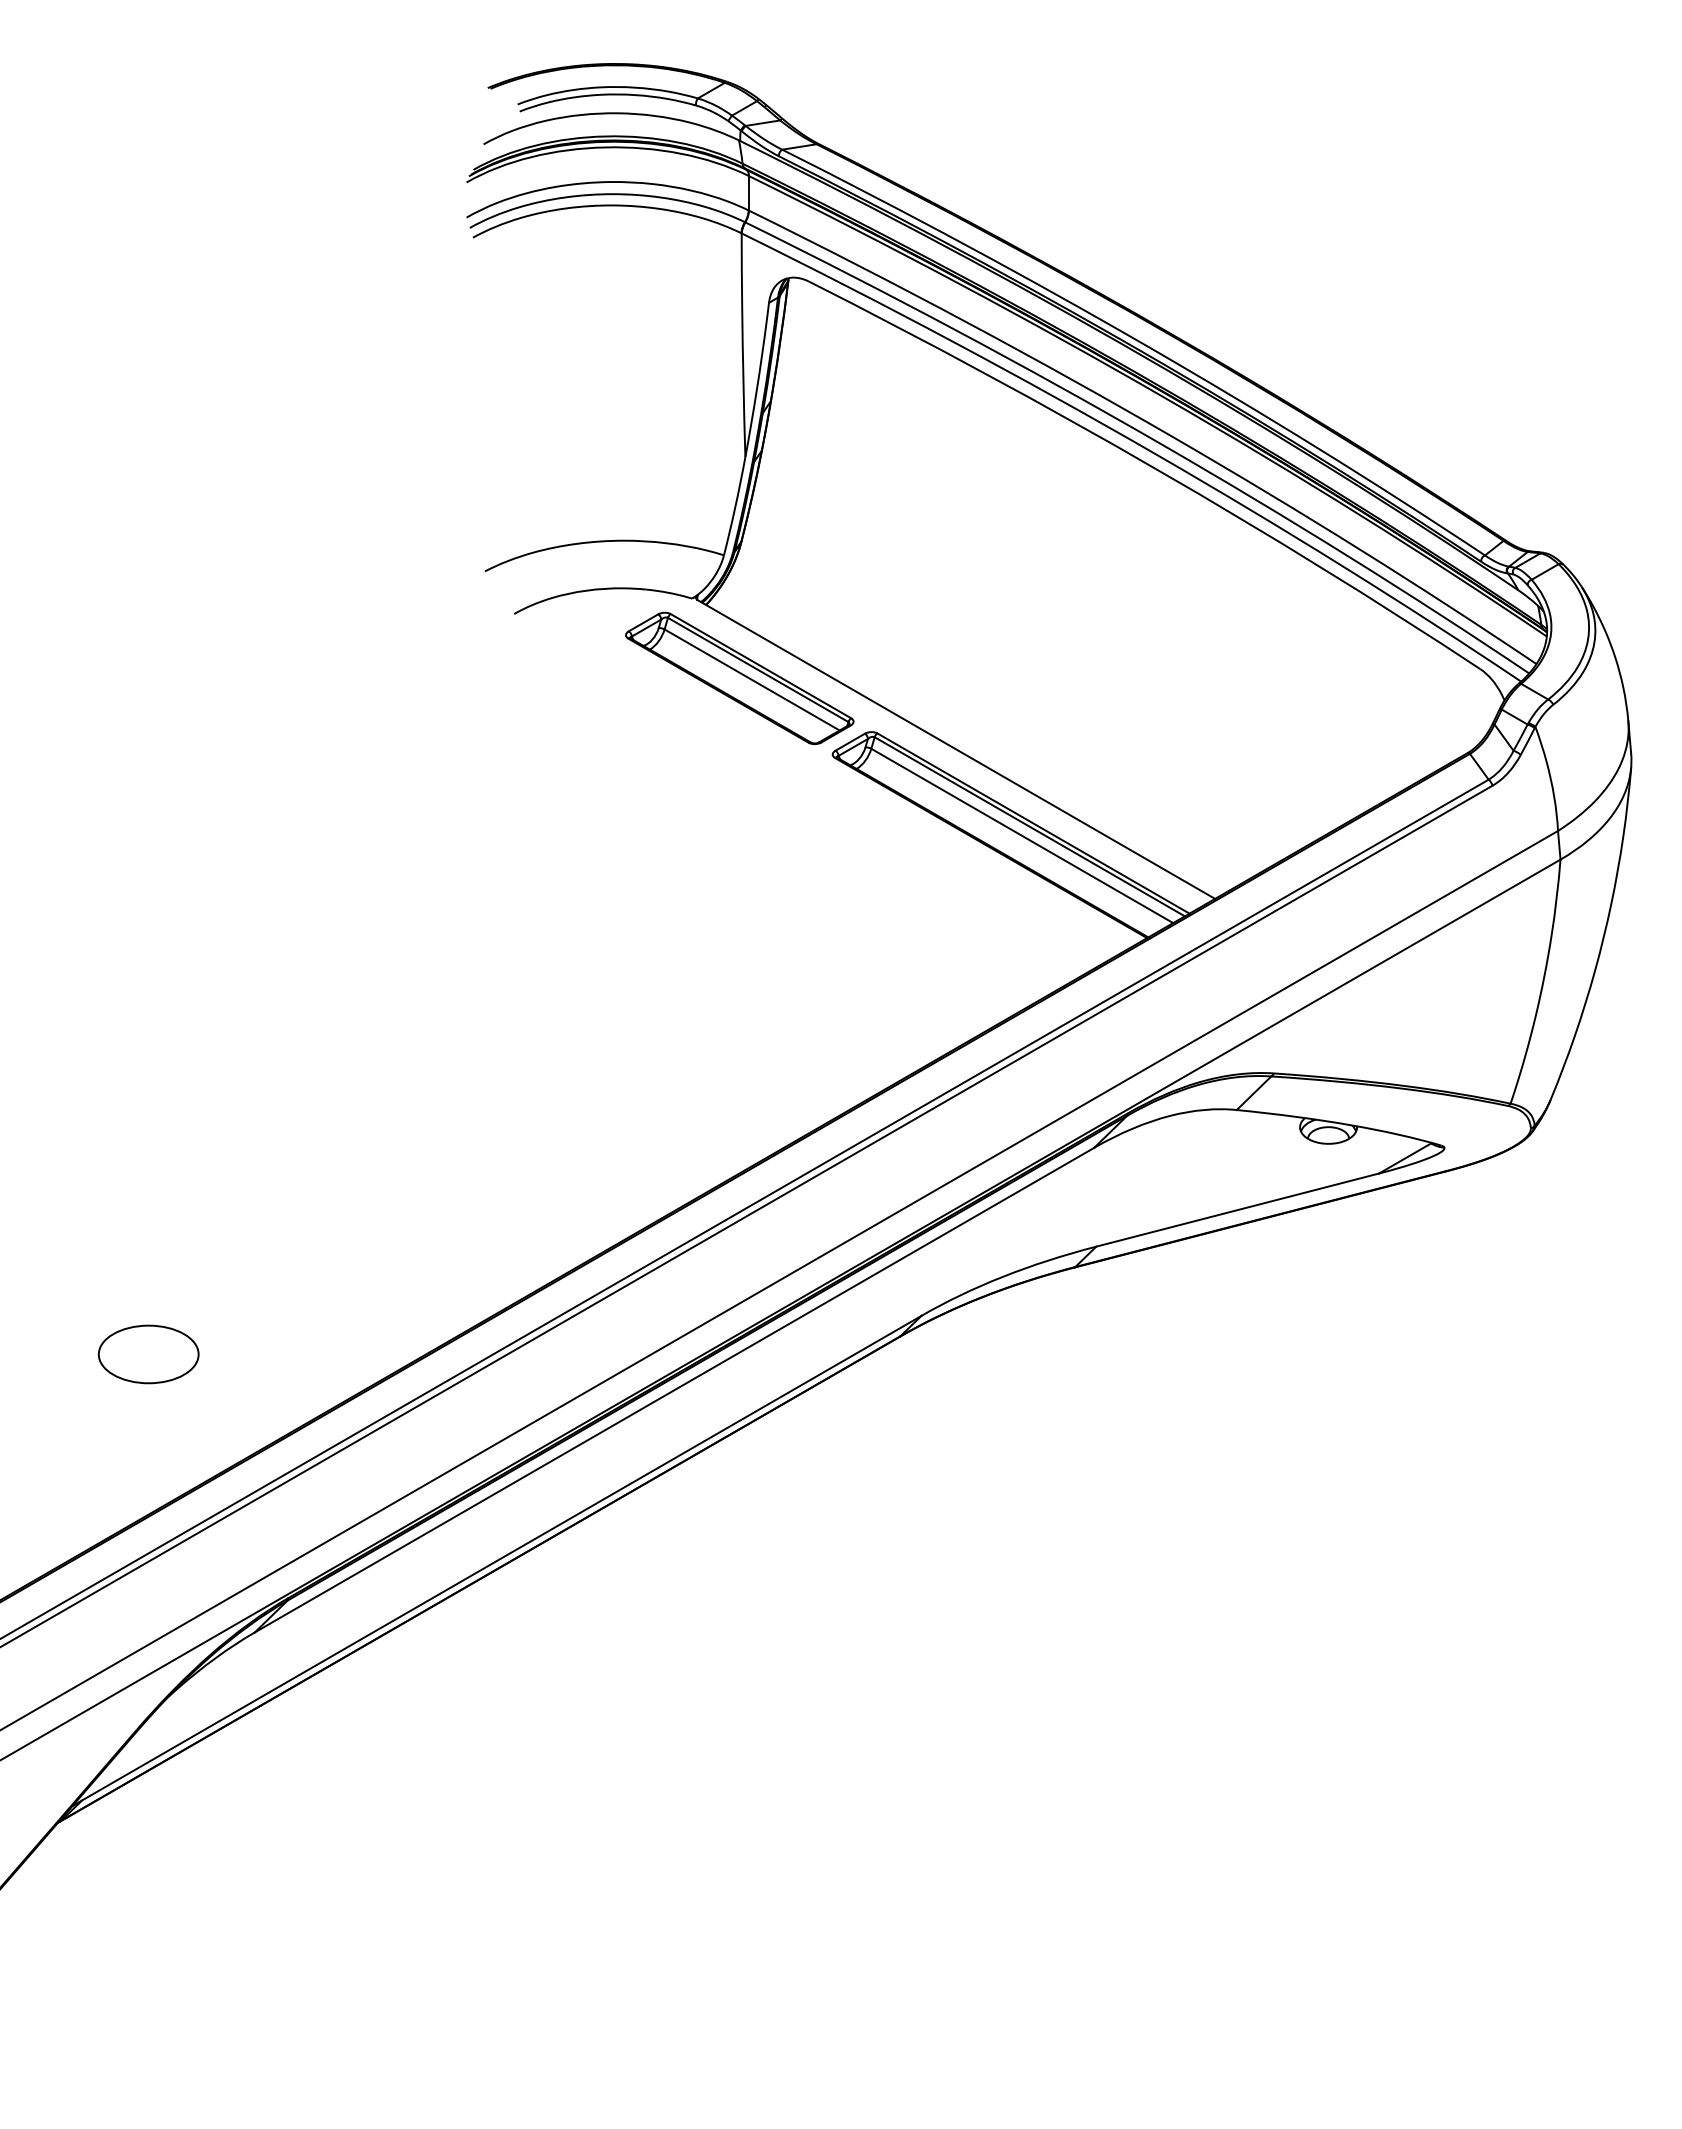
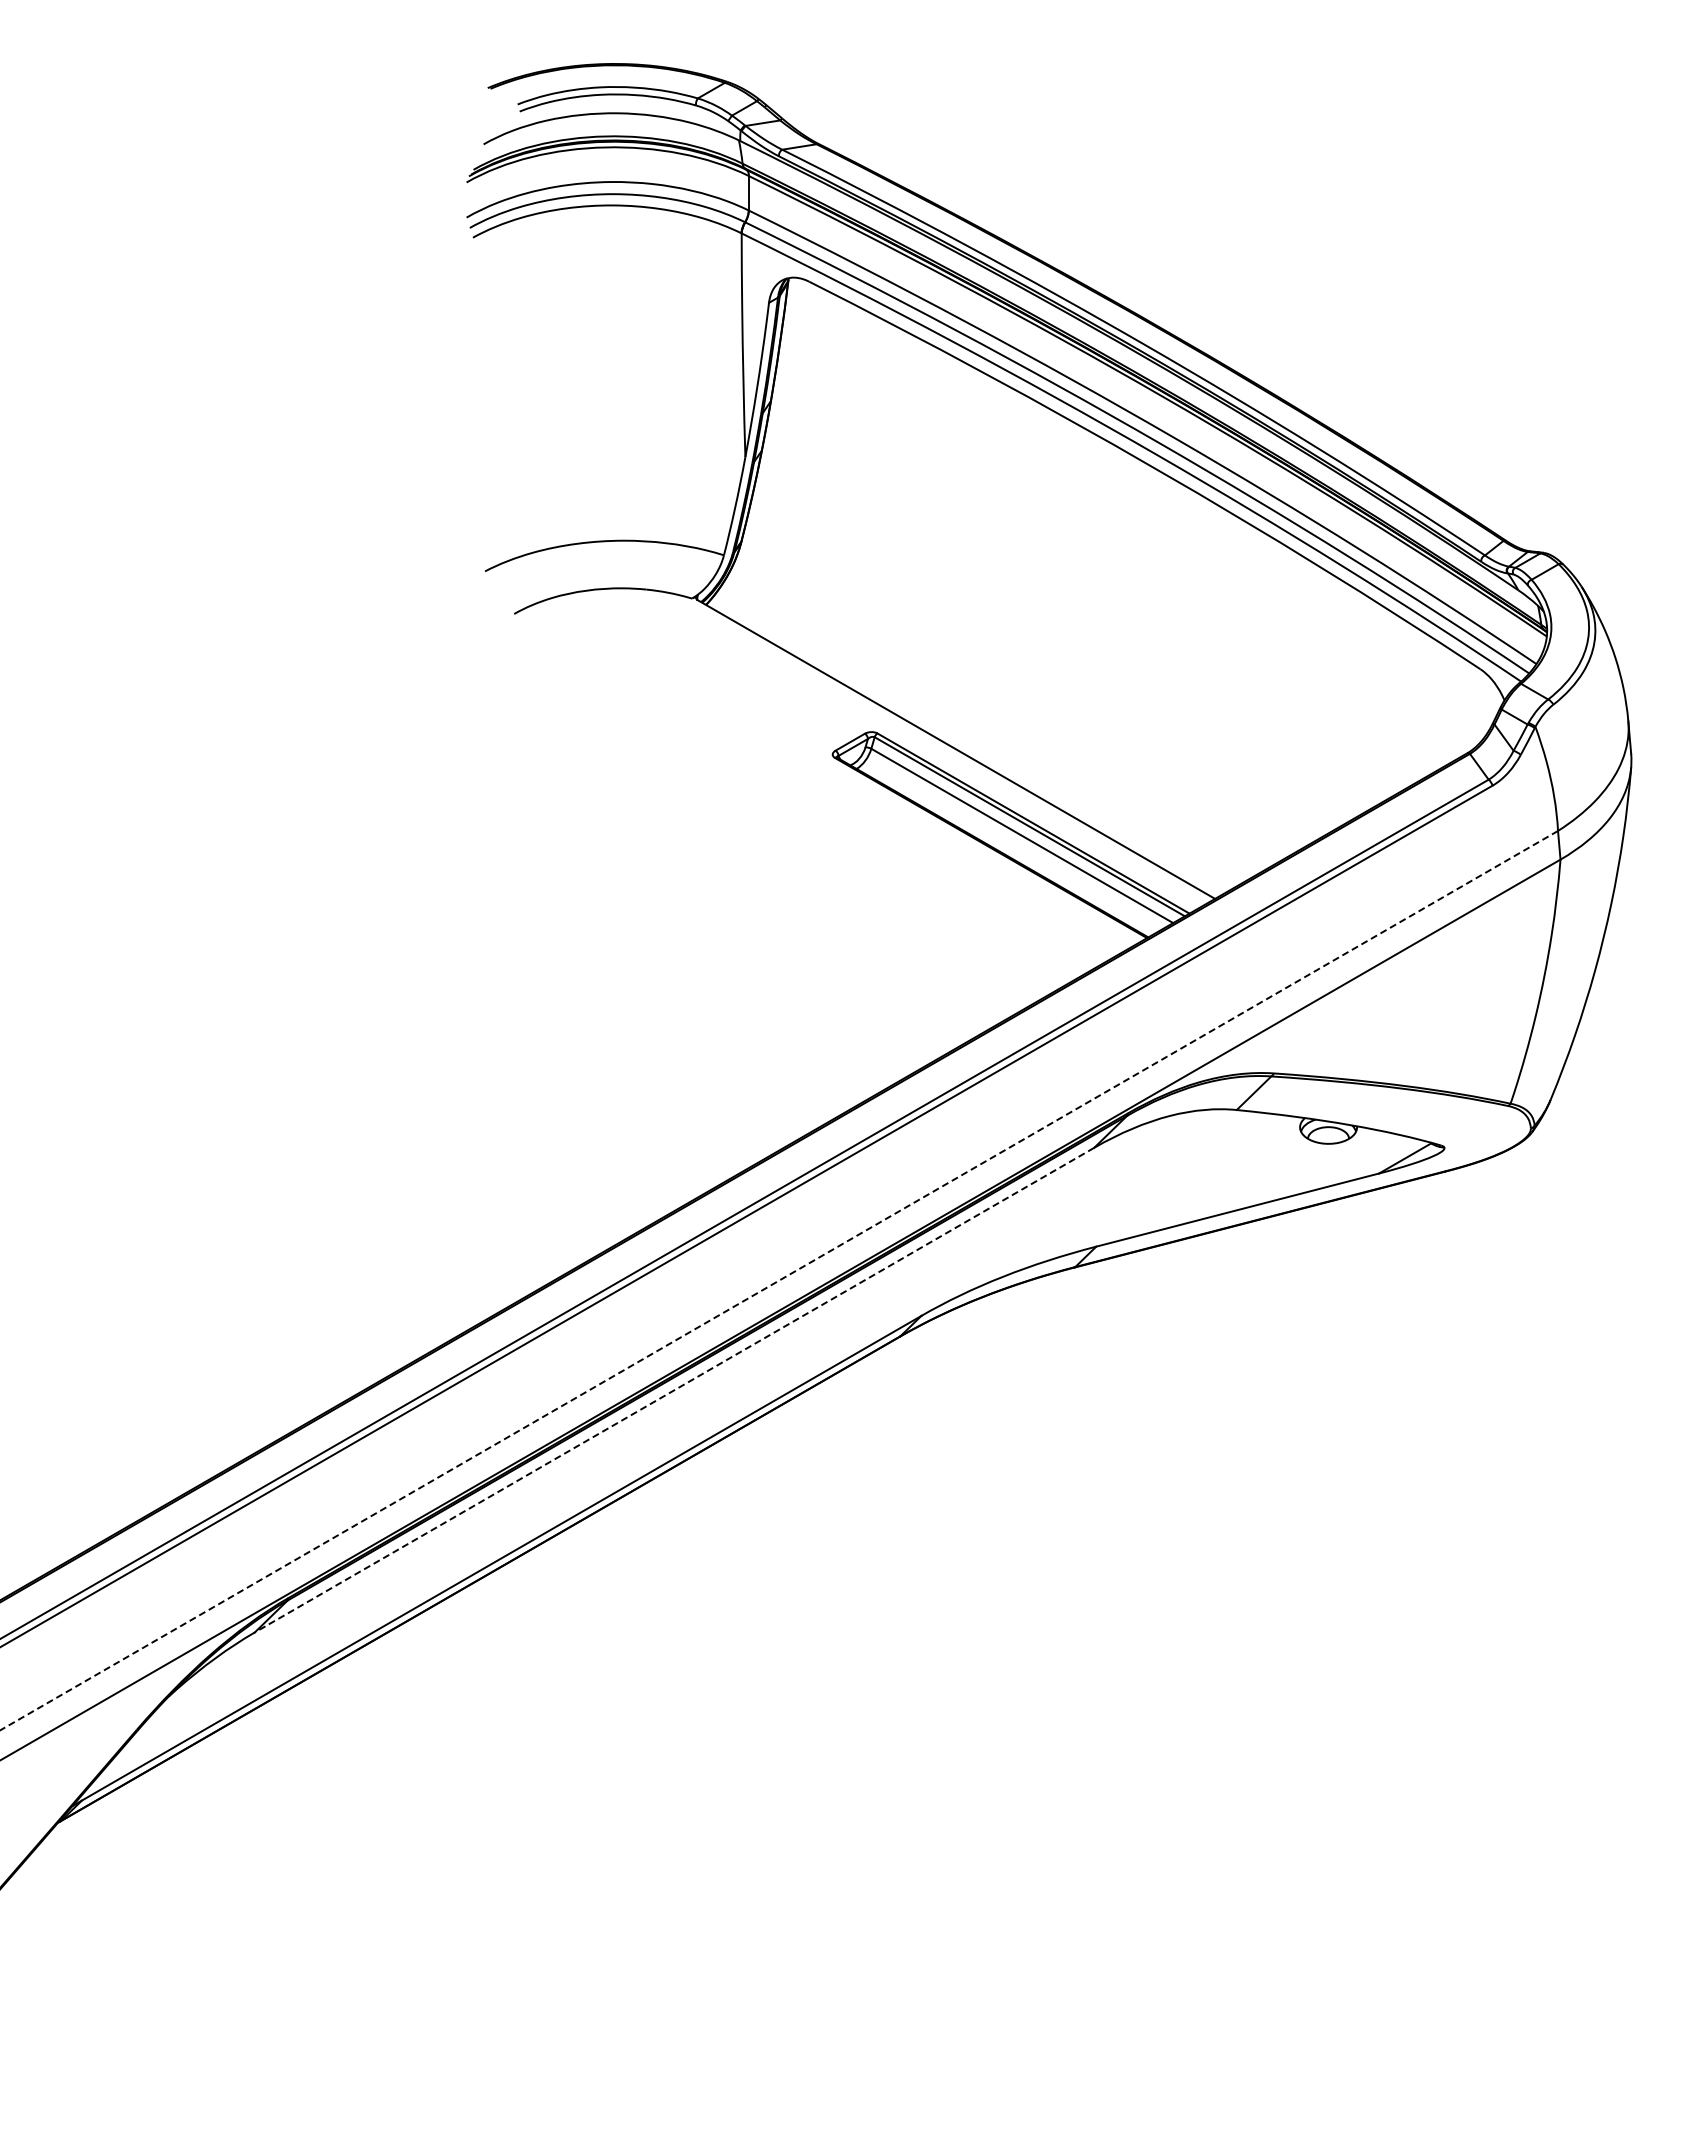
part at (739, 677): present -> none
line at (778, 1280): solid -> dashed
part at (148, 1354): present -> none
line at (674, 1390): solid -> dashed
